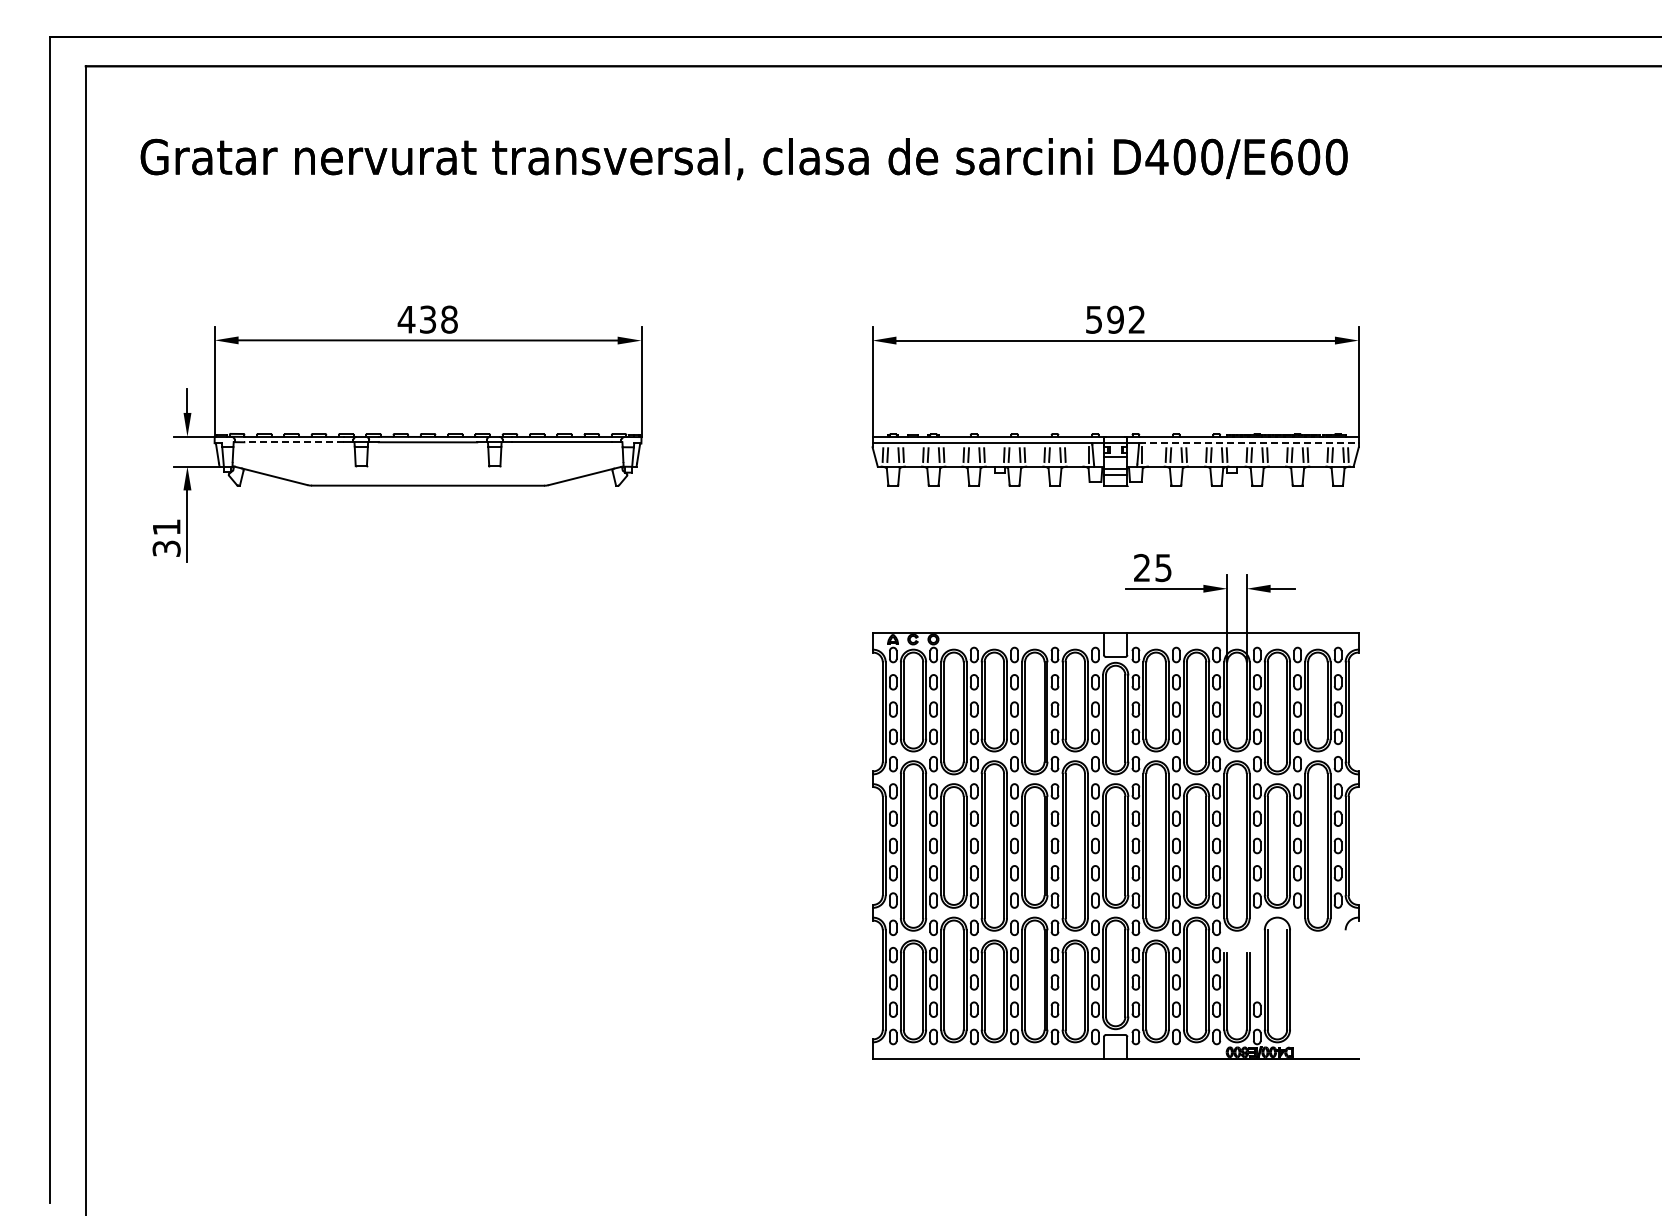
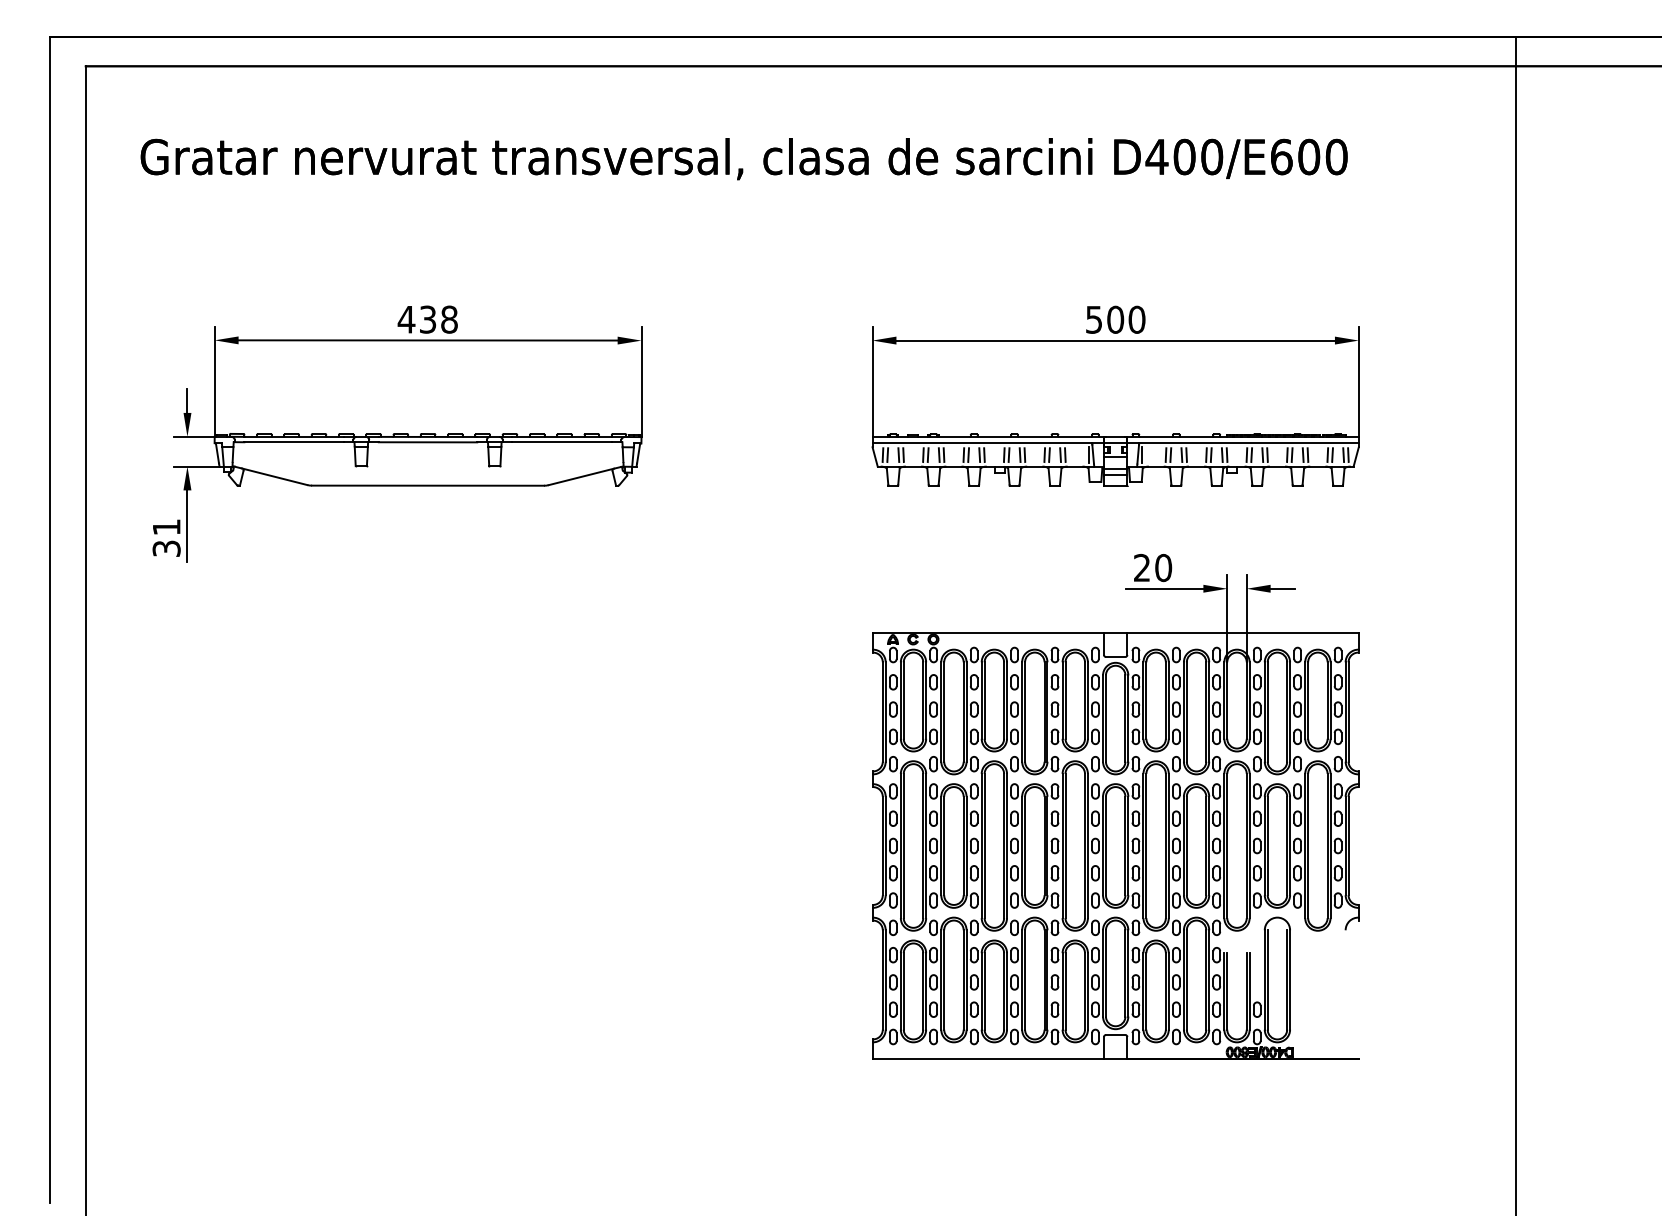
text at (1126, 319): 592 -> 500
line at (294, 442): dashed -> solid
line at (1248, 443): dashed -> solid
text at (1163, 567): 25 -> 20
line at (1515, 624): none -> present
